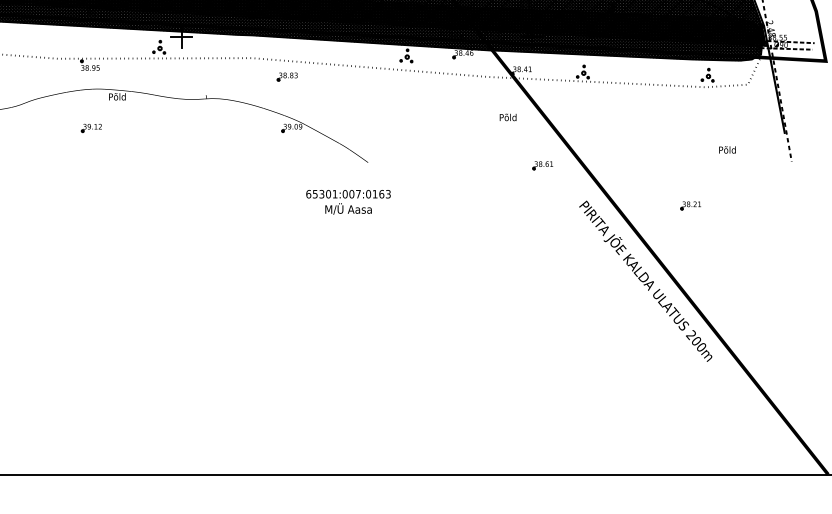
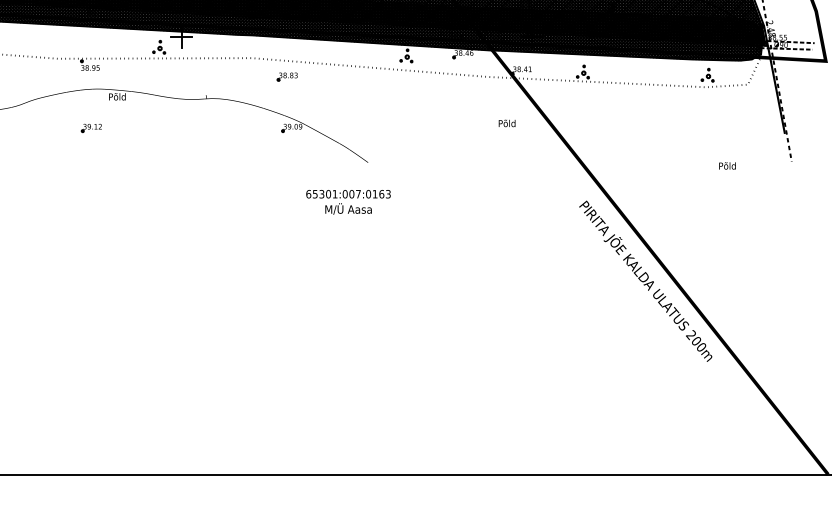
text at (507, 117) position: (507, 117) -> (506, 123)
text at (727, 149) position: (727, 149) -> (727, 165)
part at (542, 165): present -> none
part at (690, 205): present -> none
